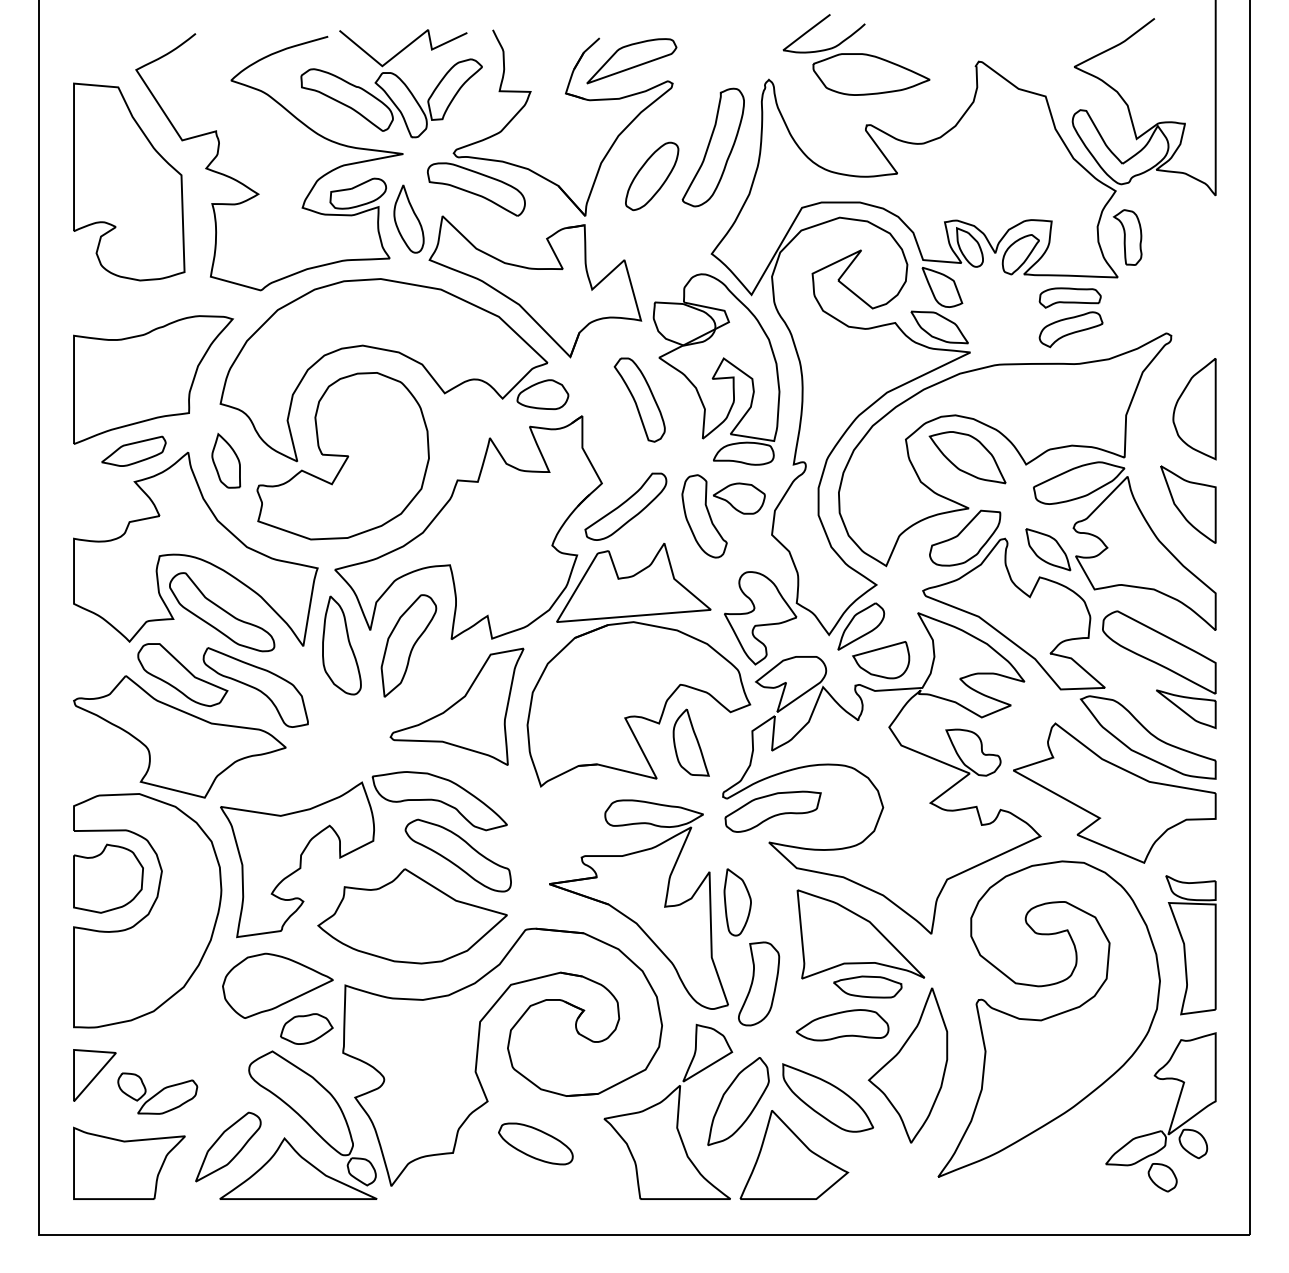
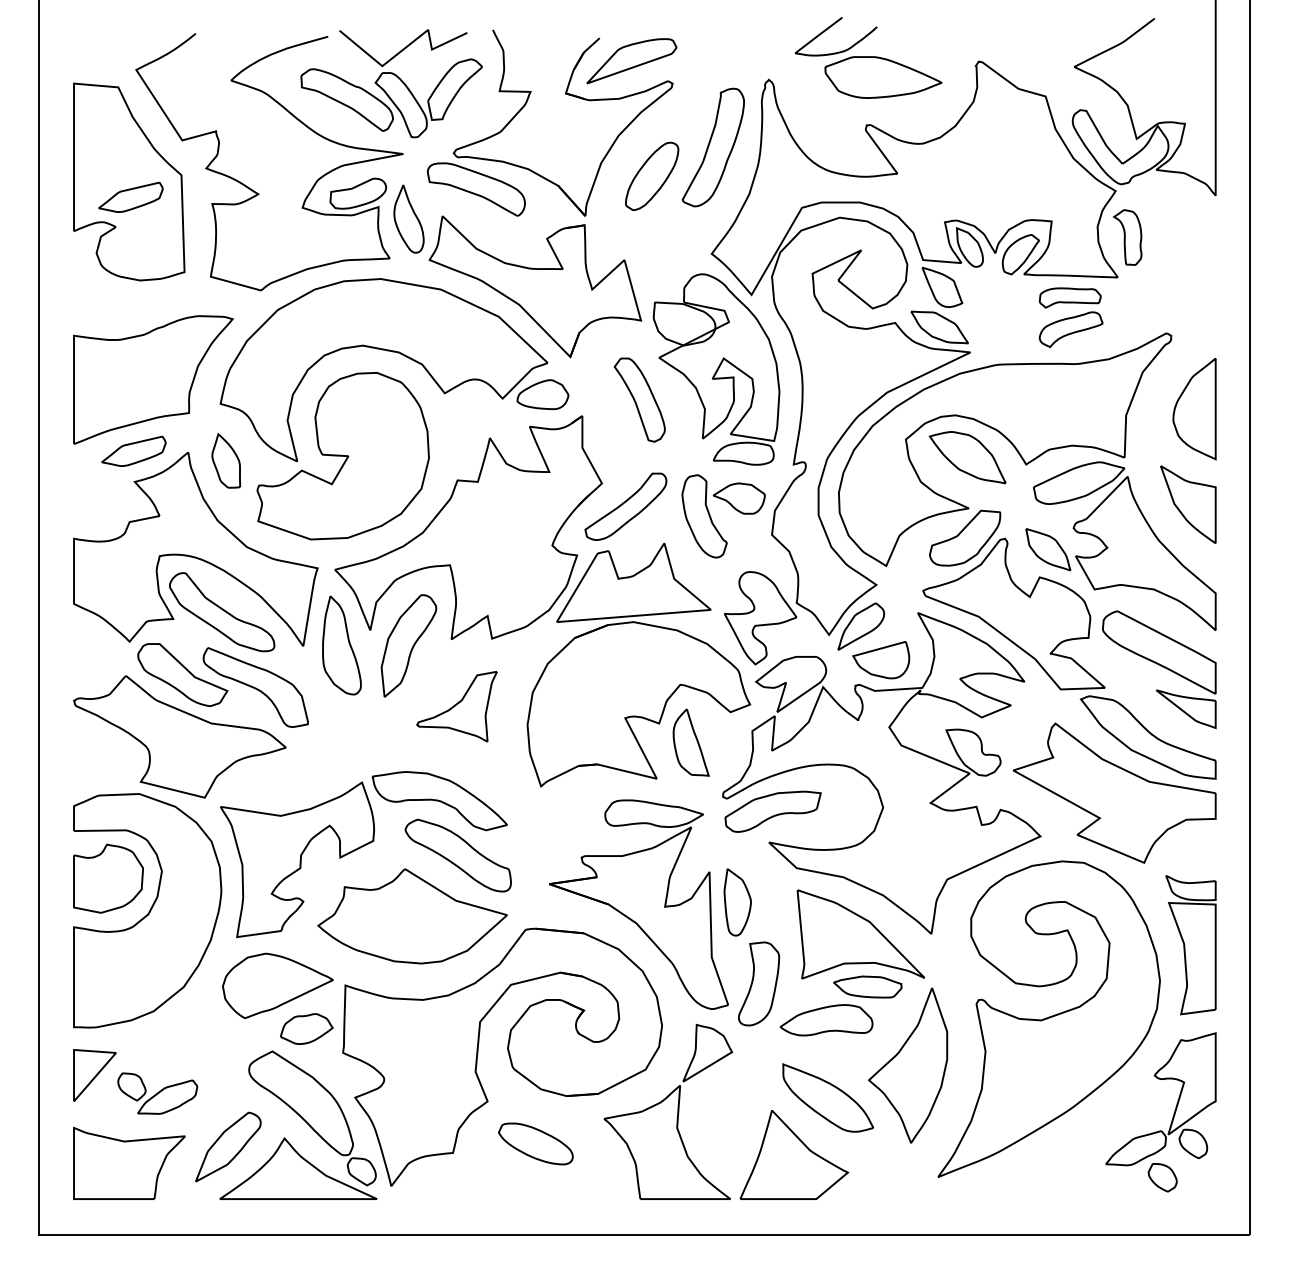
part at (856, 54) position: (856, 54) -> (868, 57)
part at (130, 196): none -> present
part at (456, 706) size: 136x119 px -> 82x72 px
part at (842, 1025) position: (842, 1025) -> (826, 1020)
part at (738, 1101): present -> none
